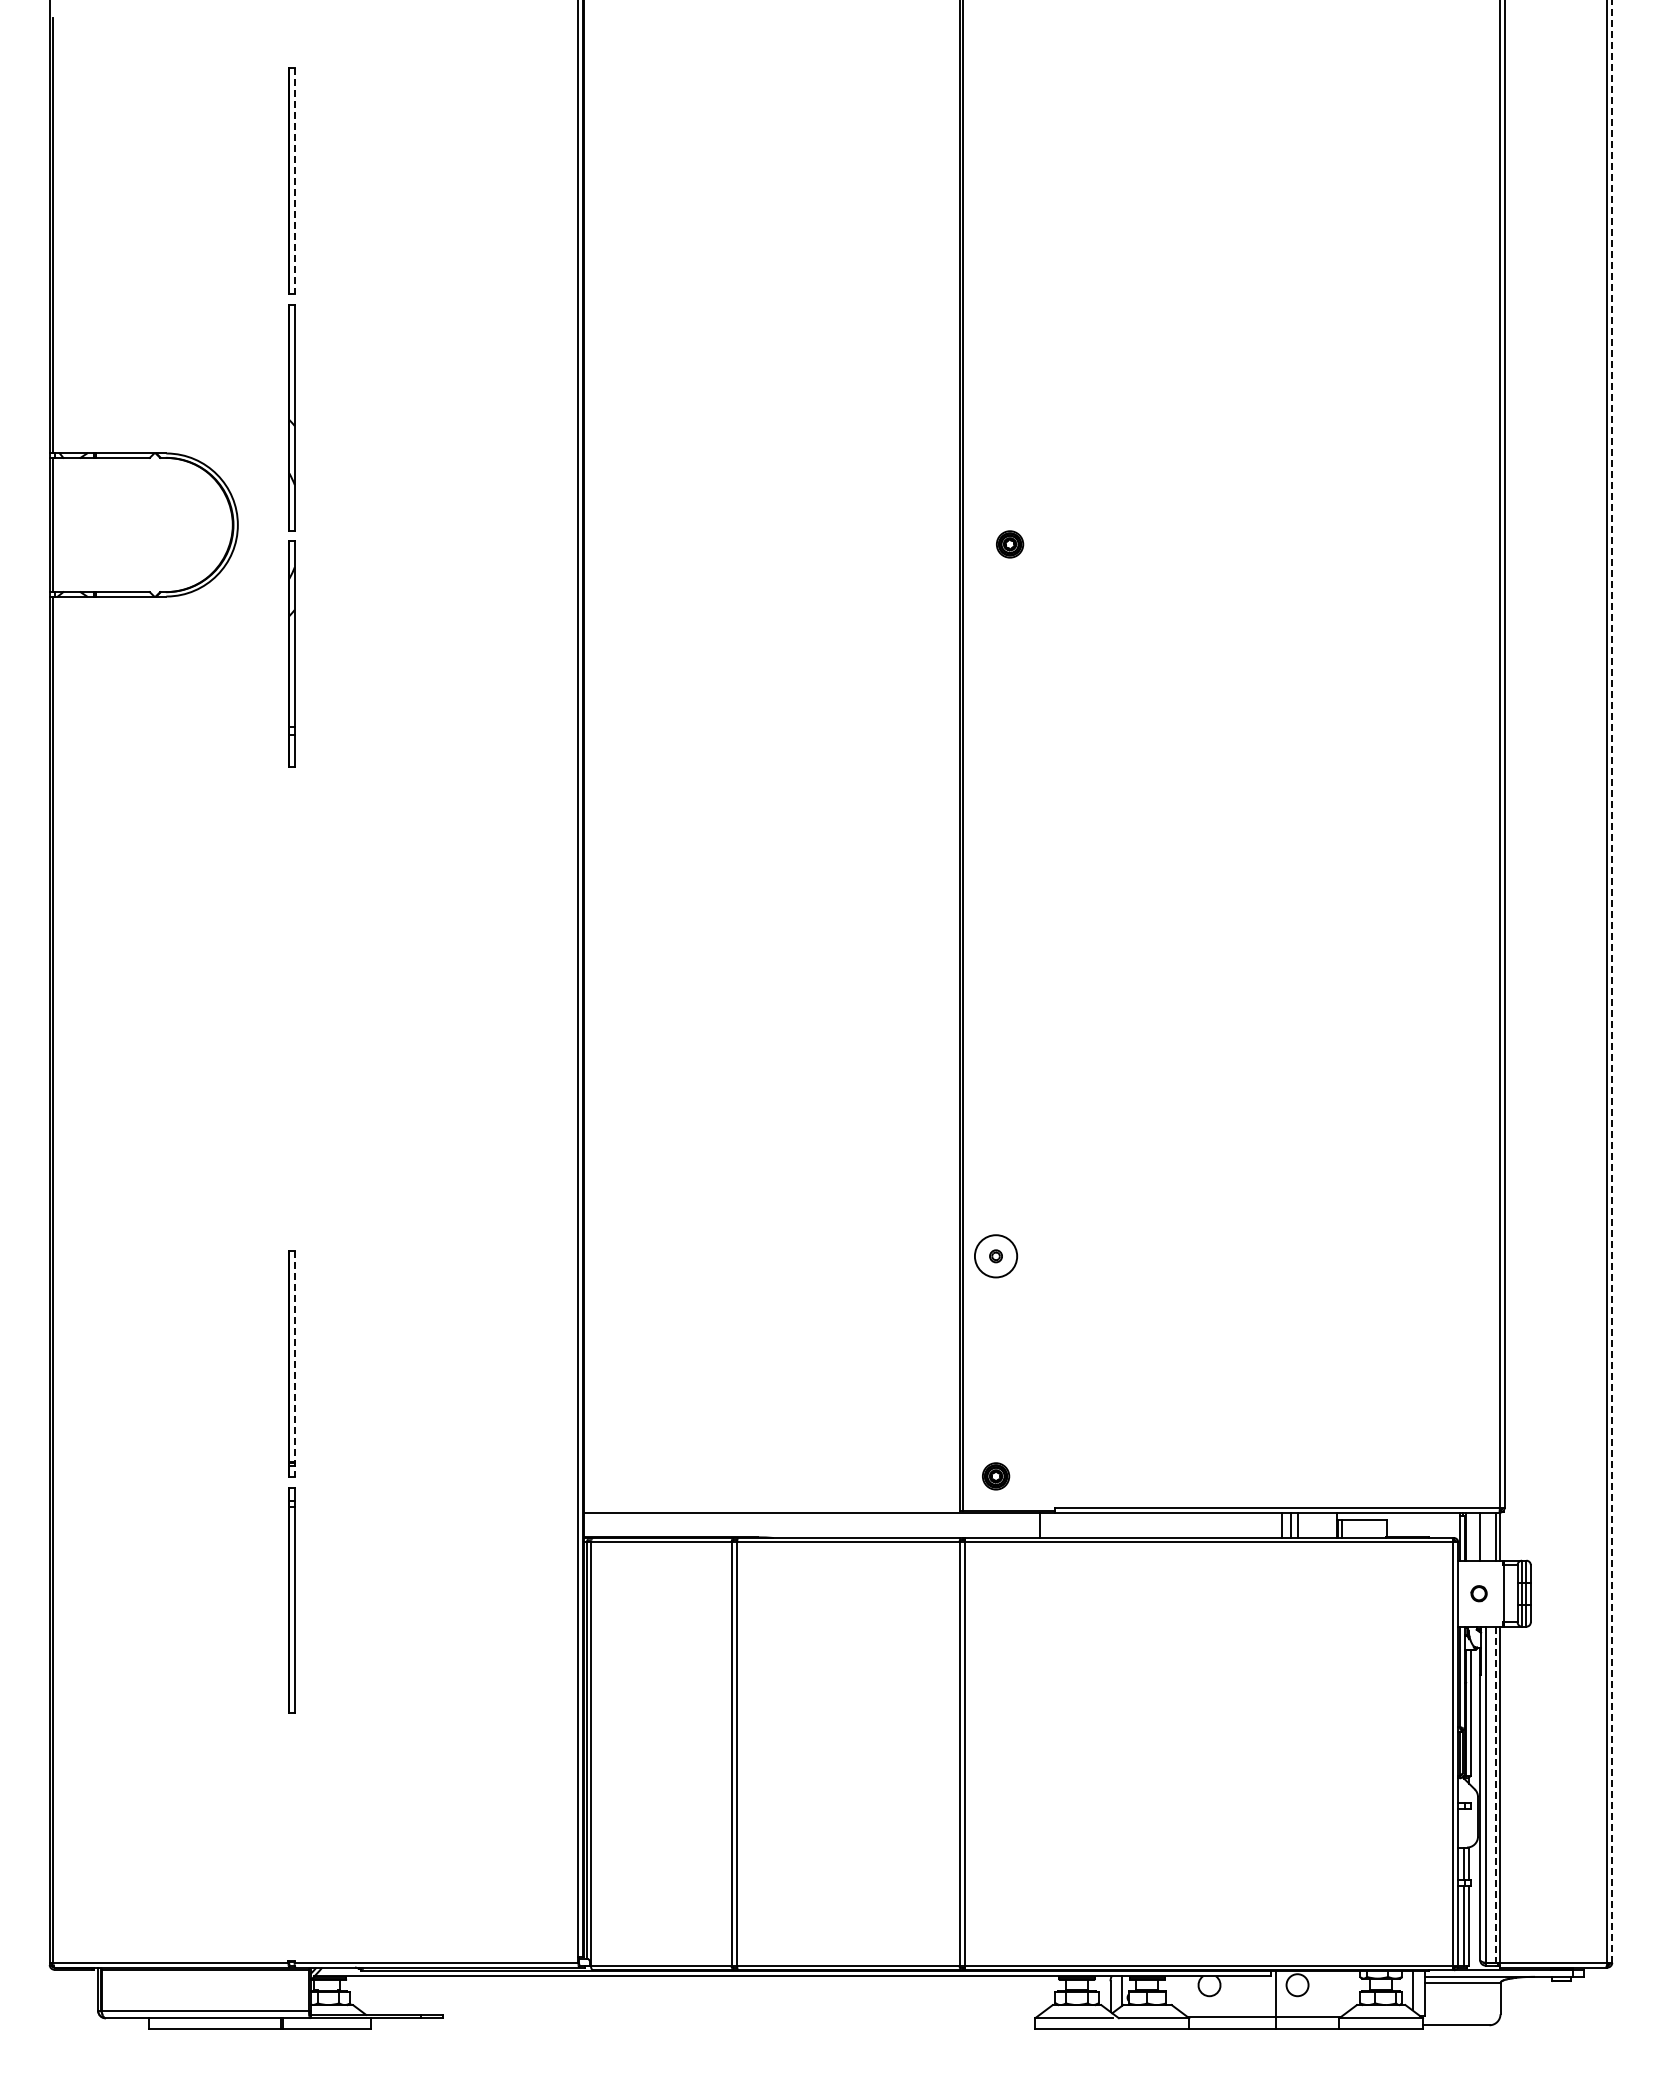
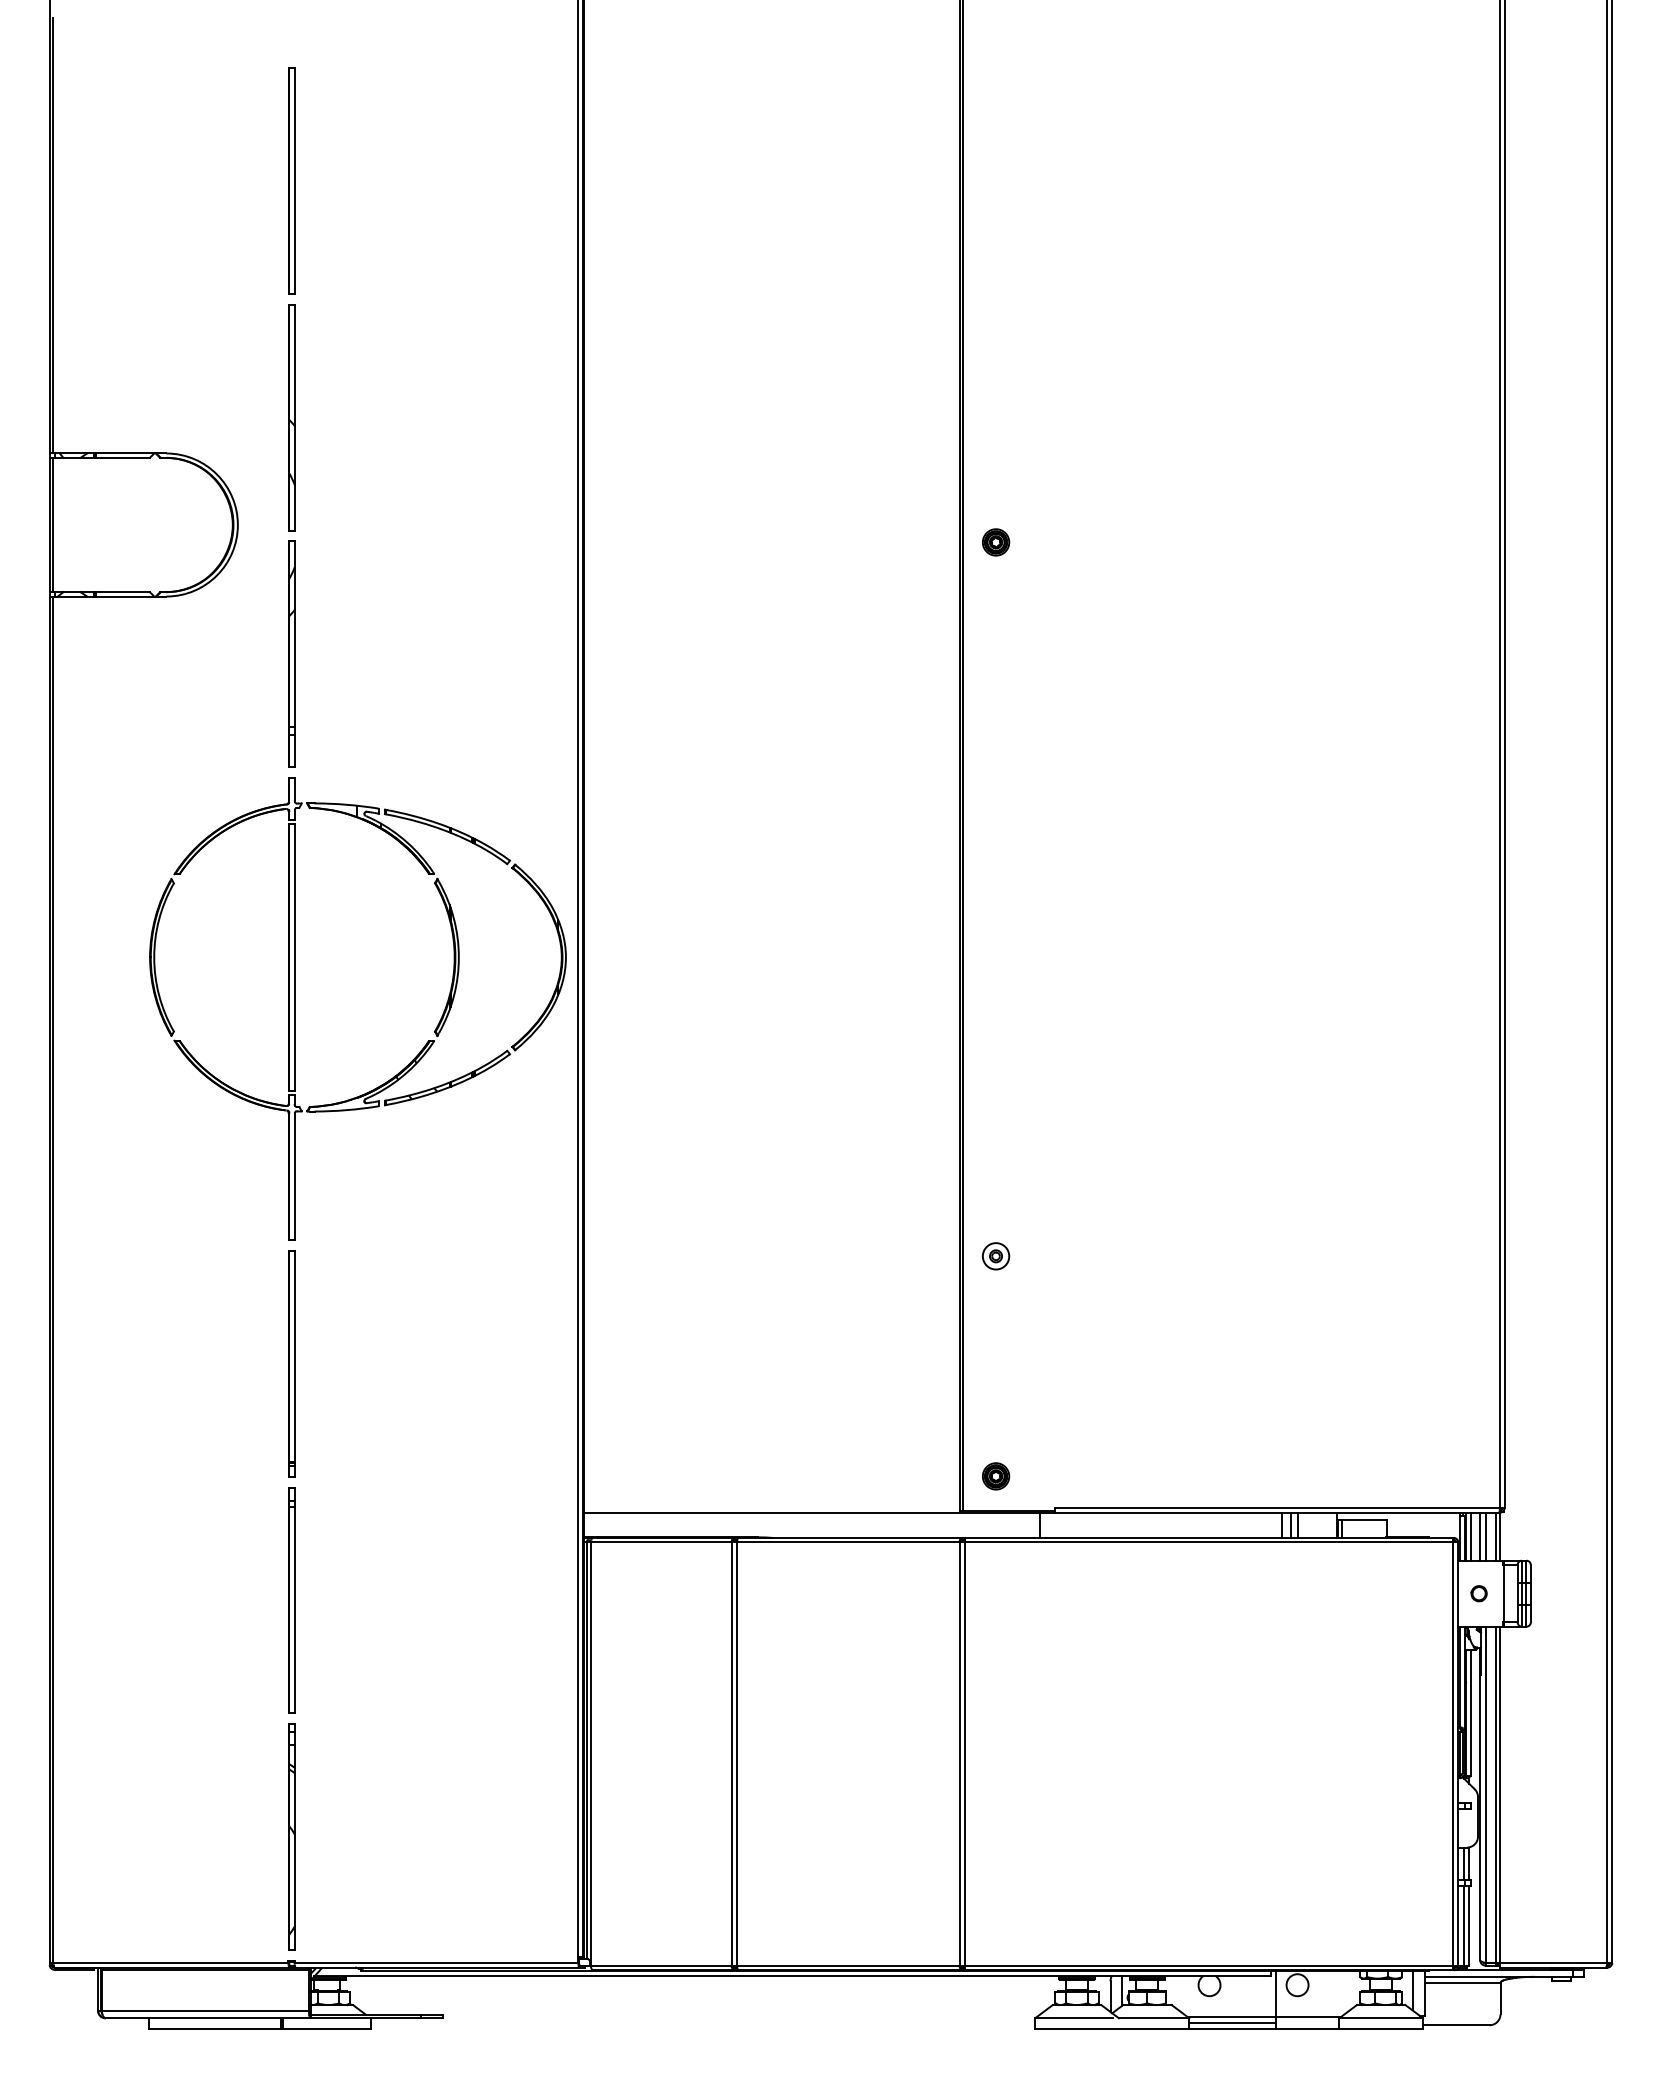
line at (294, 181): dashed -> solid
part at (1010, 544) position: (1010, 544) -> (996, 542)
line at (1612, 980): dashed -> solid
part at (295, 1008): none -> present
circle at (995, 1256) diameter: 42 px -> 26 px
line at (294, 1363): dashed -> solid
line at (1471, 1536): none -> present
line at (1485, 1536): none -> present
line at (1495, 1796): dashed -> solid
part at (291, 1836): none -> present
line at (1232, 2022): none -> present
